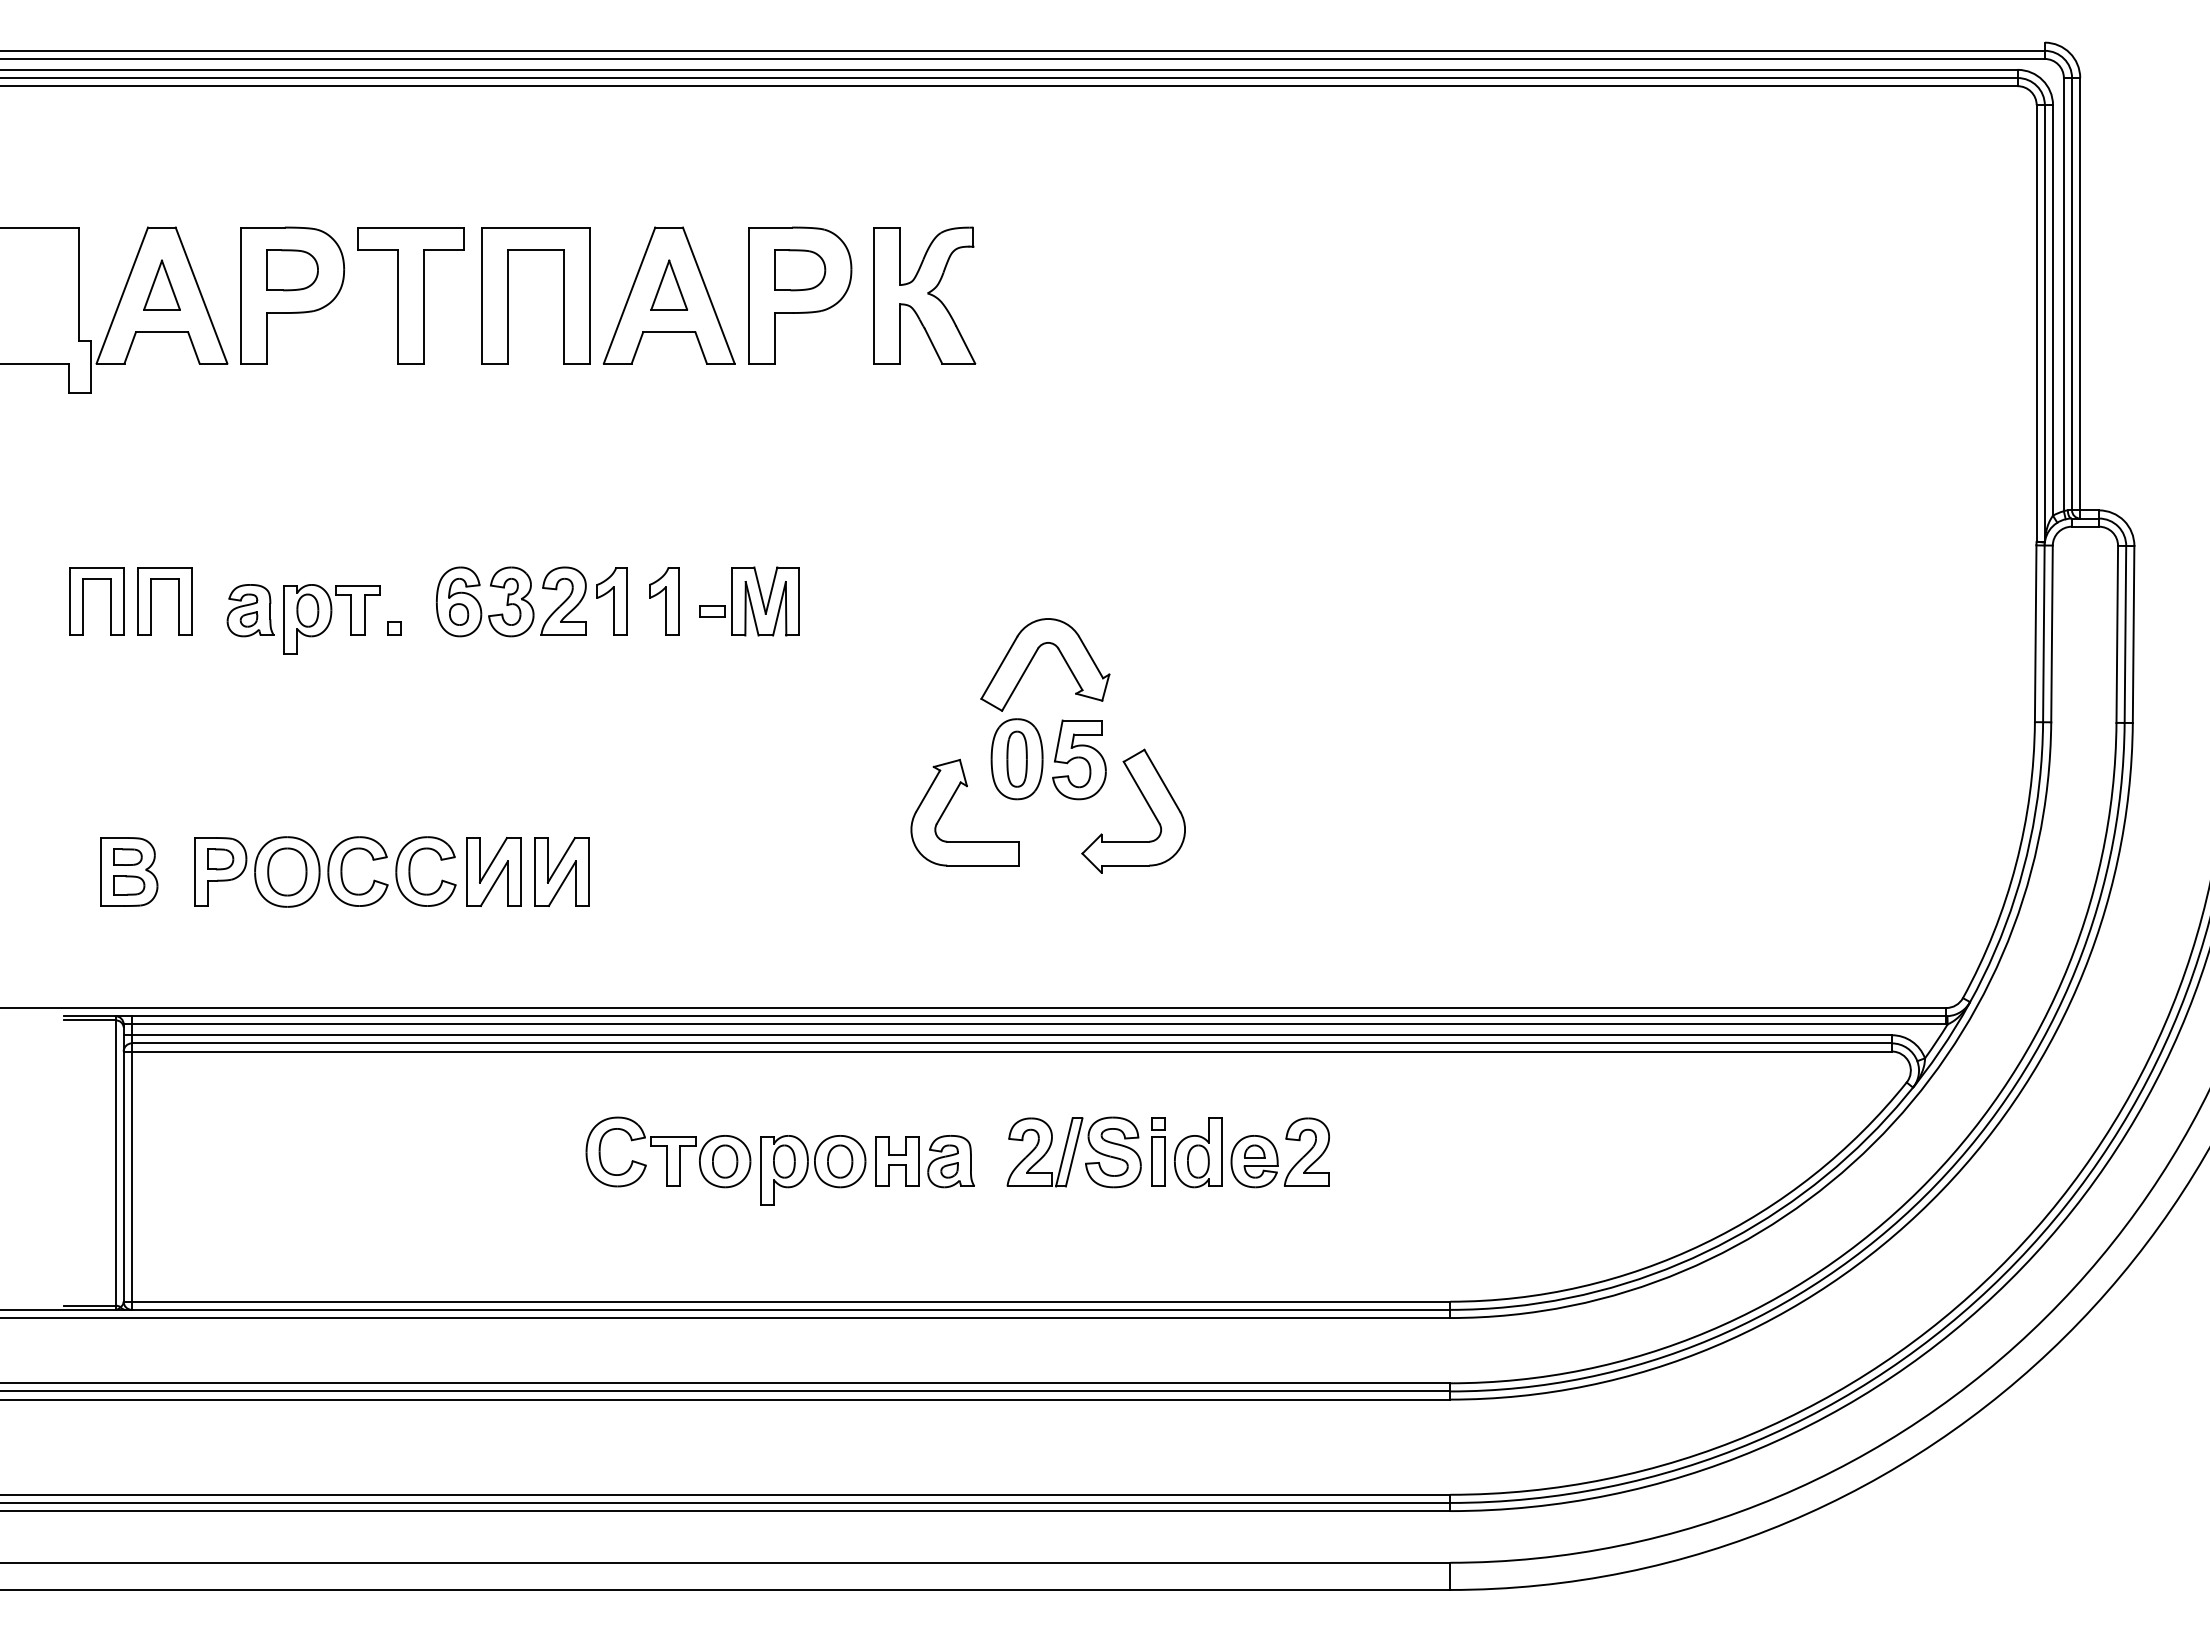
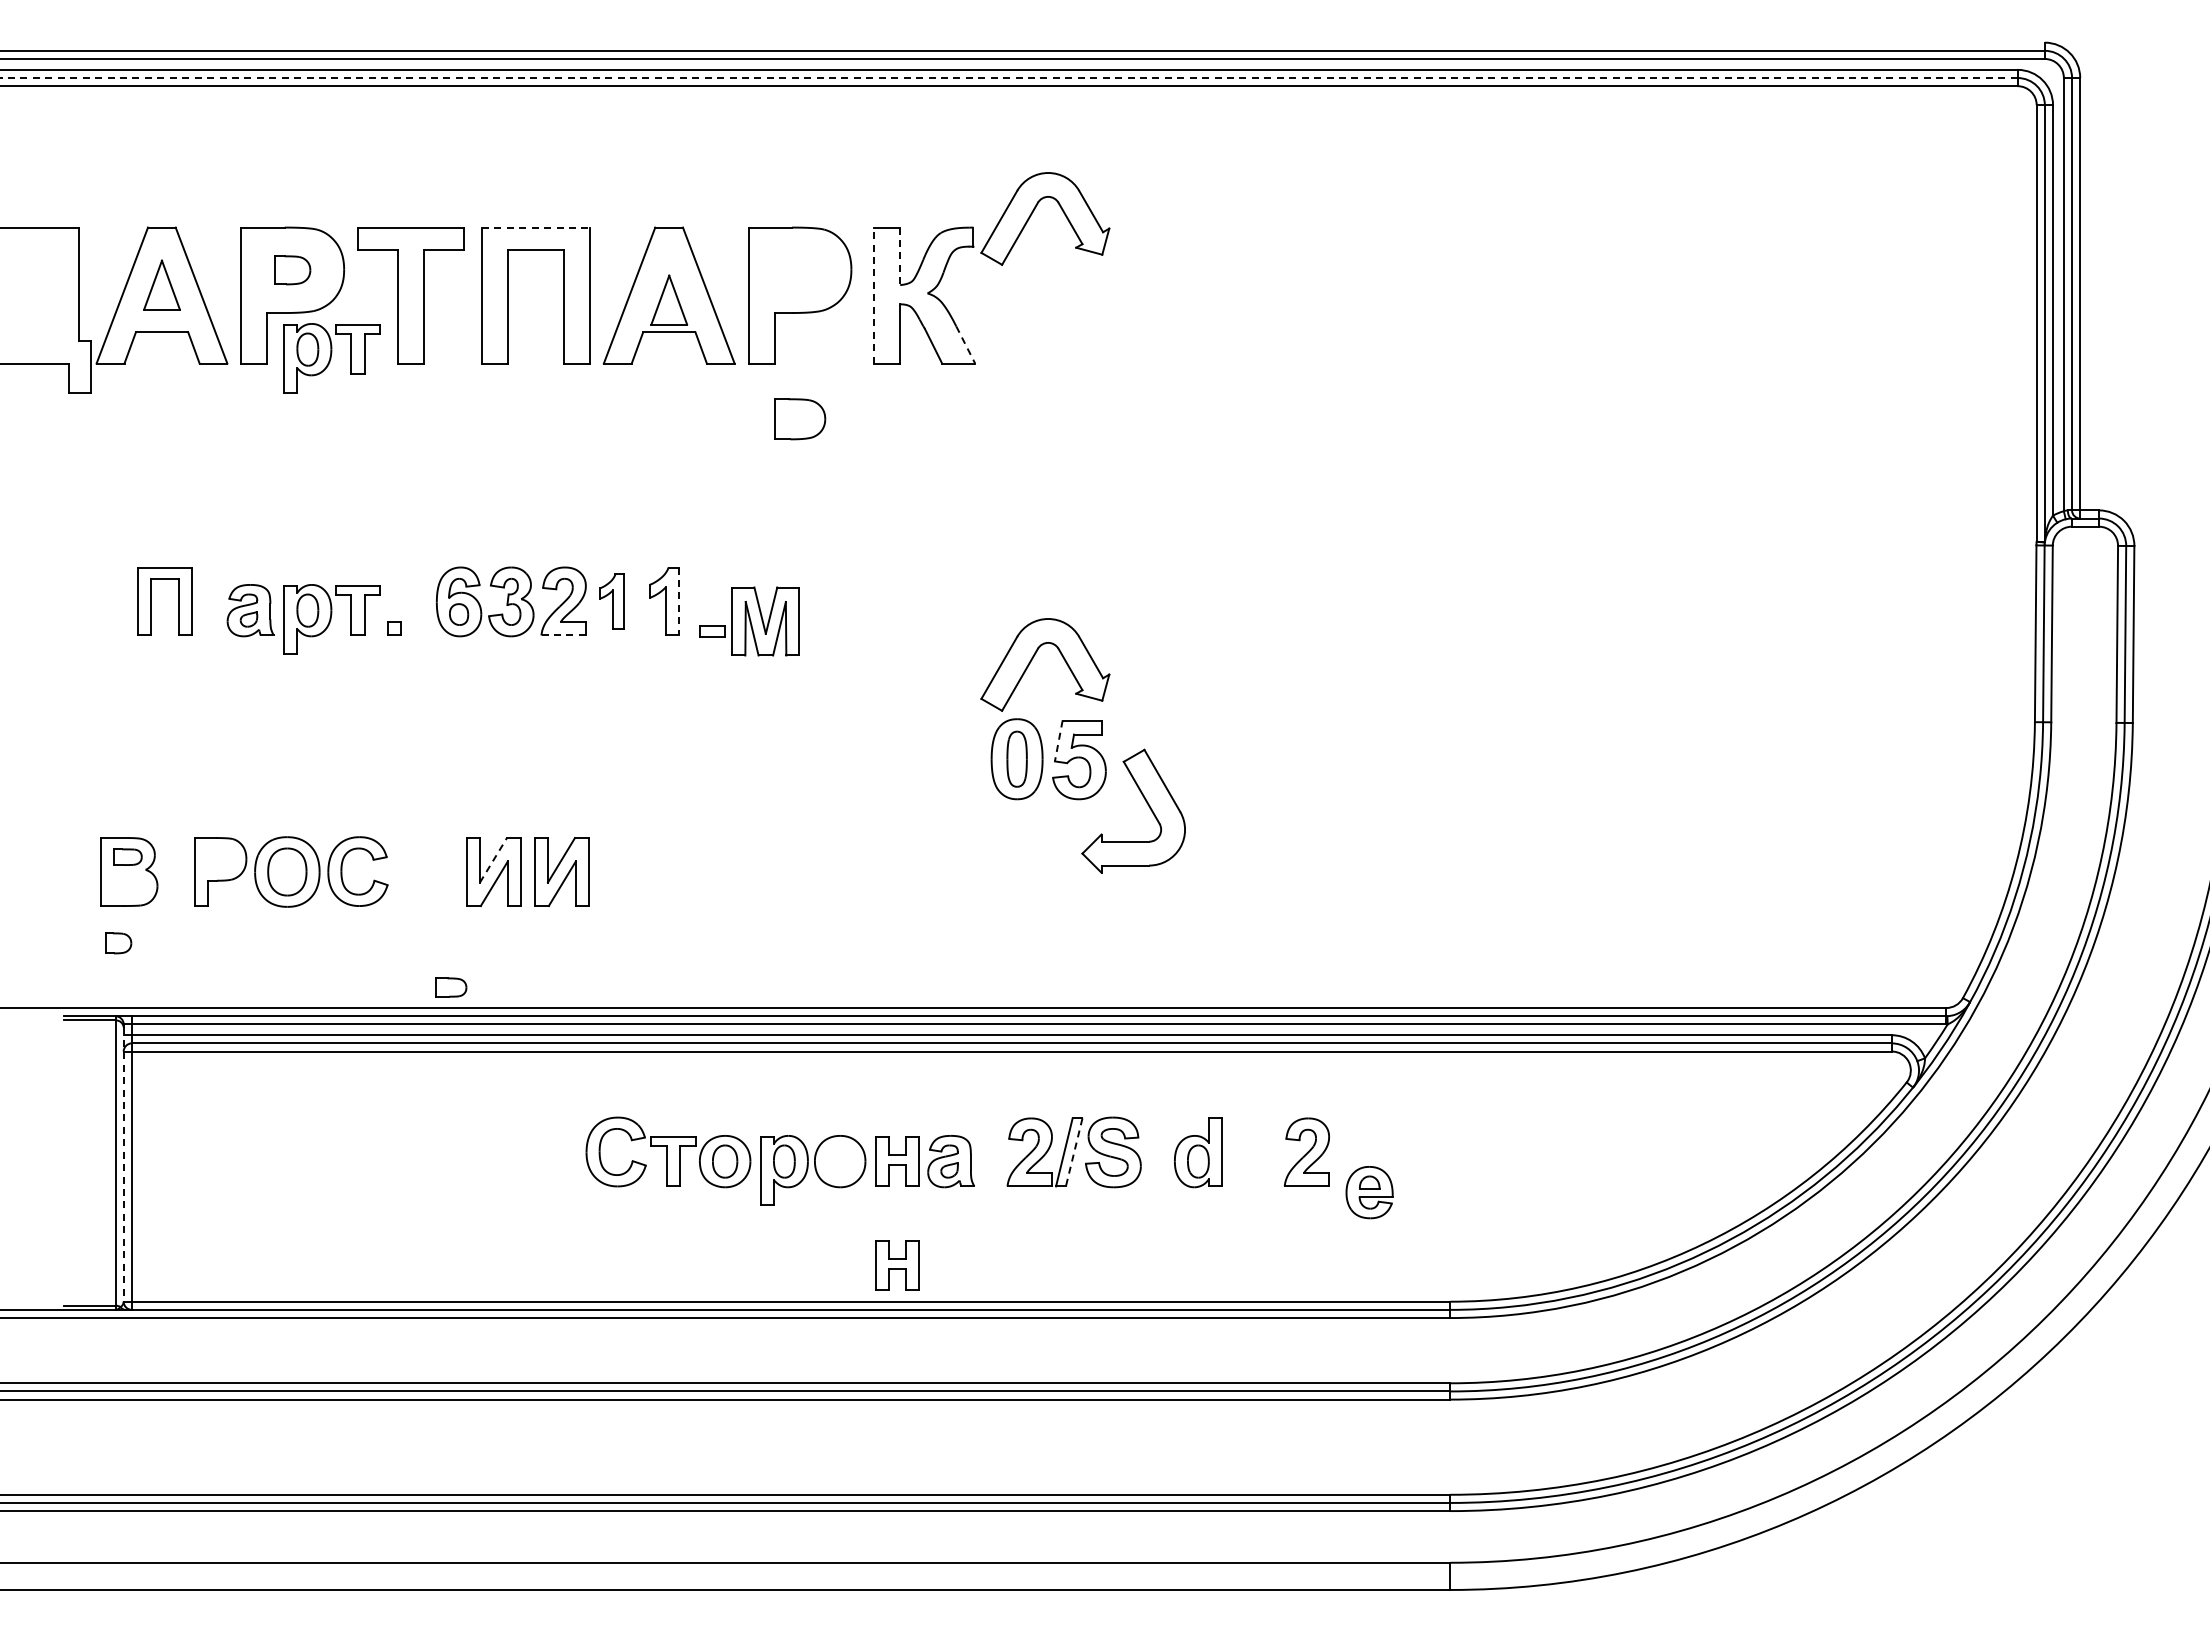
line at (1008, 78): solid -> dashed
part at (1033, 212): none -> present
line at (536, 227): solid -> dashed
line at (900, 256): solid -> dashed
part at (292, 270) size: 53x43 px -> 38x31 px
part at (800, 270) position: (800, 270) -> (800, 419)
part at (669, 284) position: (669, 284) -> (669, 299)
line at (874, 295): solid -> dashed
line at (965, 345): solid -> dashed
part at (331, 358): none -> present
part at (83, 601): present -> none
part at (611, 601) size: 32x69 px -> 26x57 px
line at (679, 601): solid -> dashed
part at (749, 601) position: (749, 601) -> (749, 621)
line at (563, 635): solid -> dashed
line at (1058, 741): solid -> dashed
part at (949, 804): present -> none
part at (220, 859) position: (220, 859) -> (118, 943)
line at (493, 859): solid -> dashed
part at (410, 871): present -> none
part at (129, 885) position: (129, 885) -> (451, 987)
part at (1158, 1151): present -> none
line at (1074, 1152): solid -> dashed
part at (840, 1161): present -> none
part at (1254, 1161) position: (1254, 1161) -> (1369, 1192)
line at (123, 1165): solid -> dashed
part at (897, 1265): none -> present
